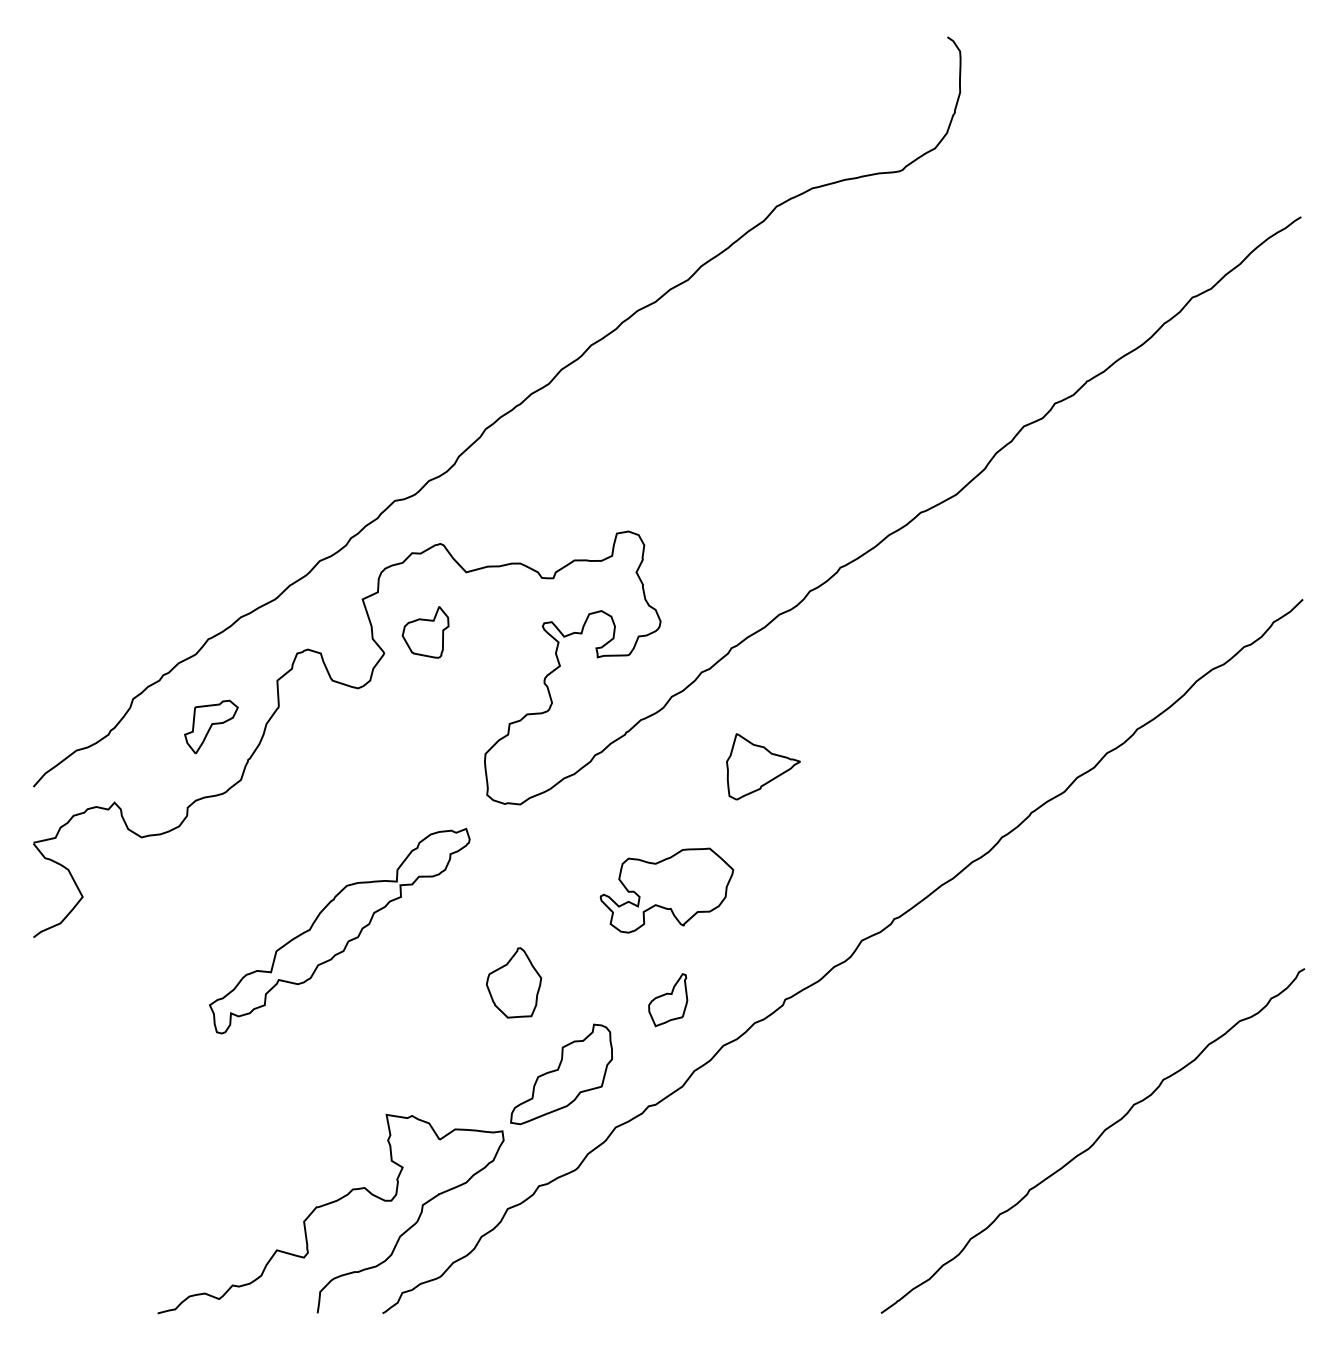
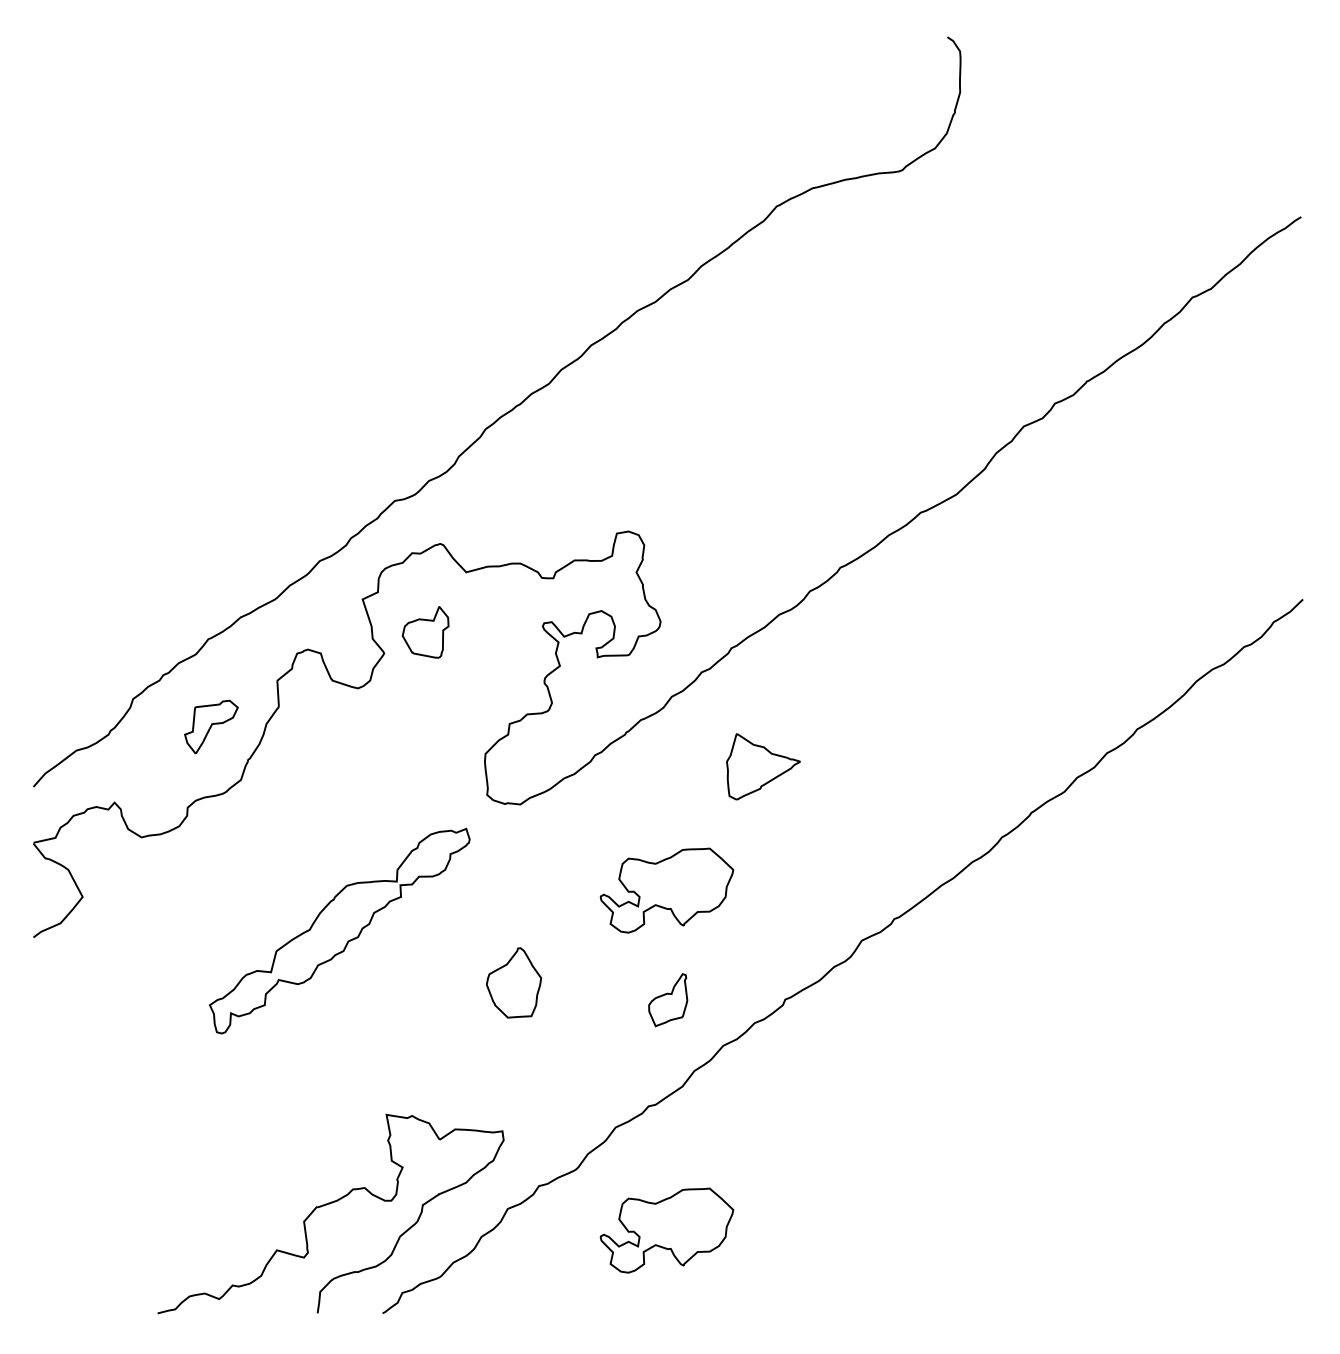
part at (561, 1074): present -> none
curve at (1094, 1141): present -> none
part at (666, 1230): none -> present
